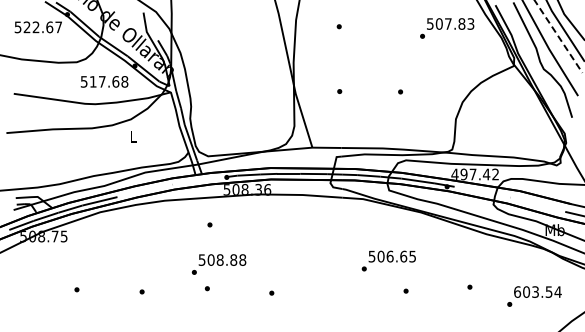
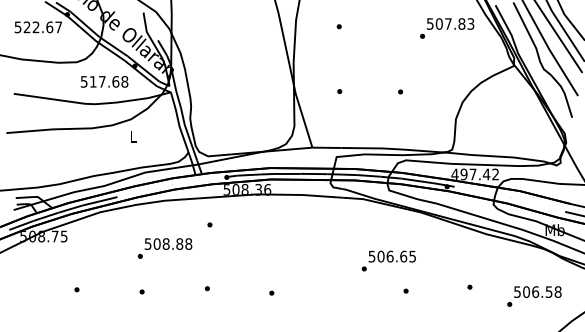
line at (558, 37): dashed -> solid
text at (218, 264) position: (218, 264) -> (164, 248)
text at (537, 291): 603.54 -> 506.58
